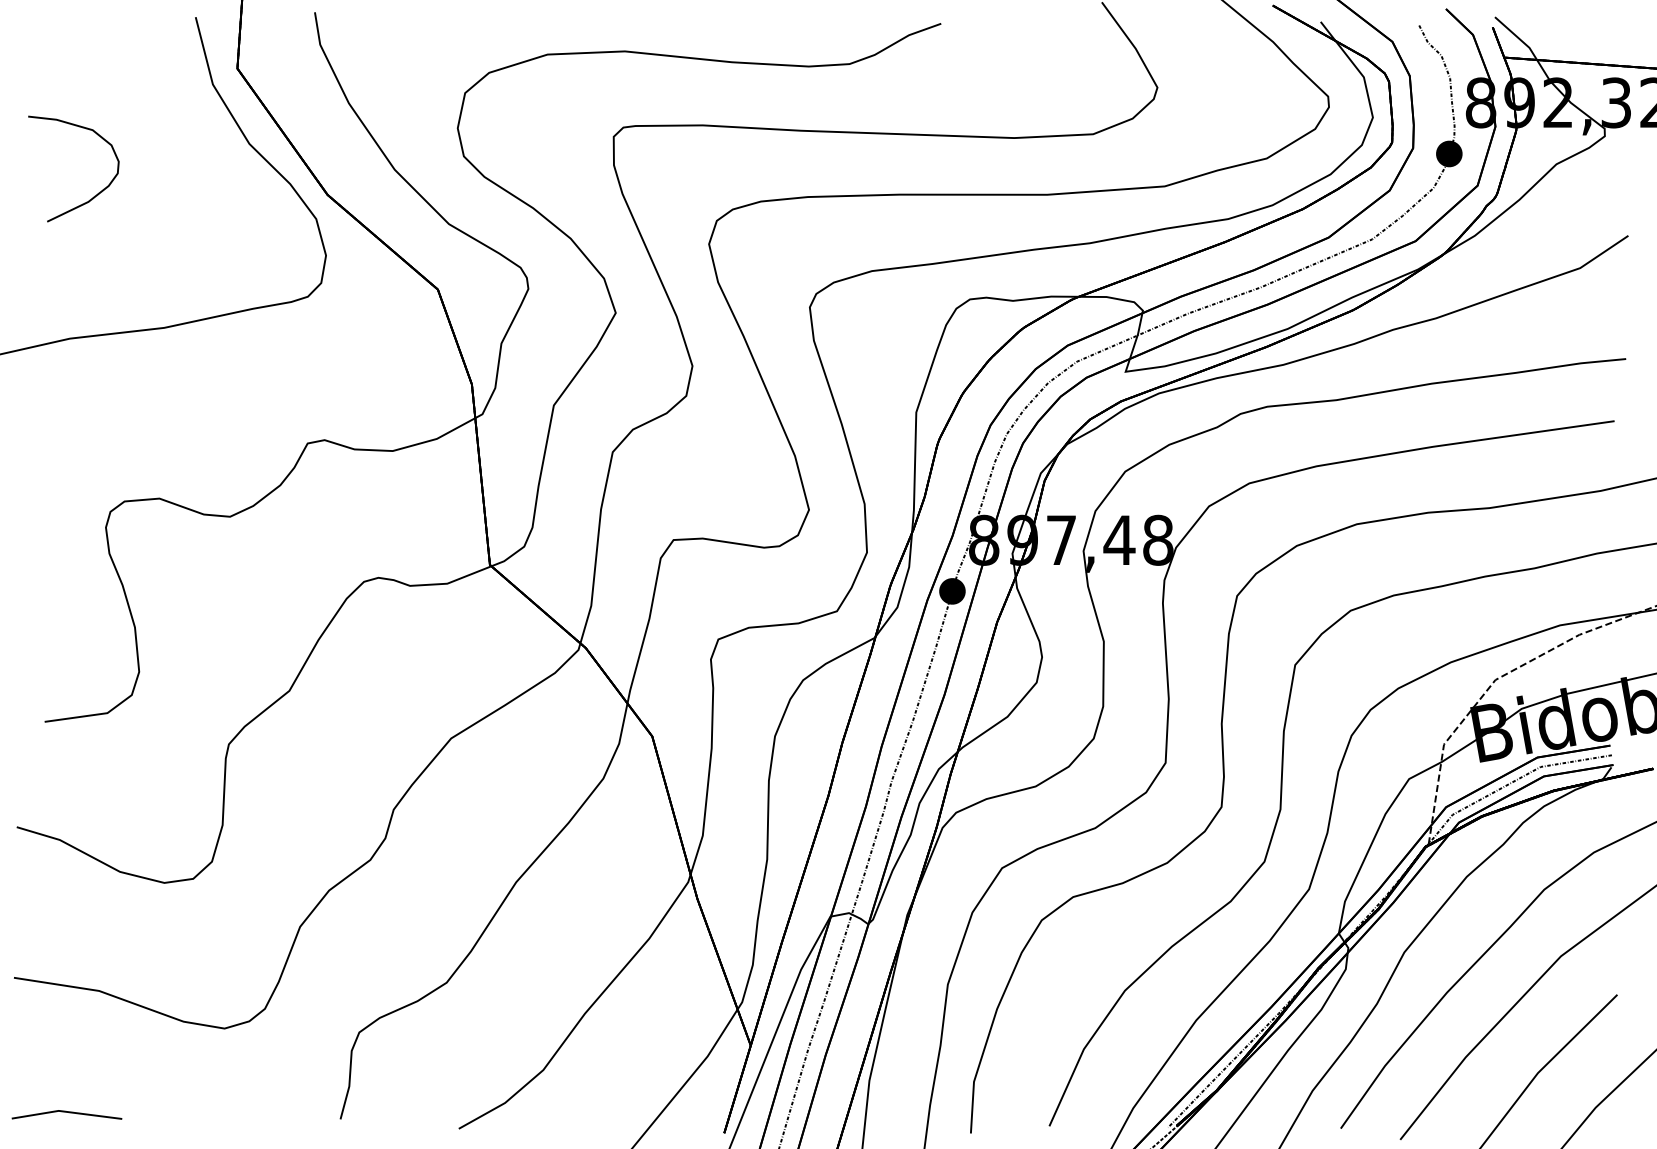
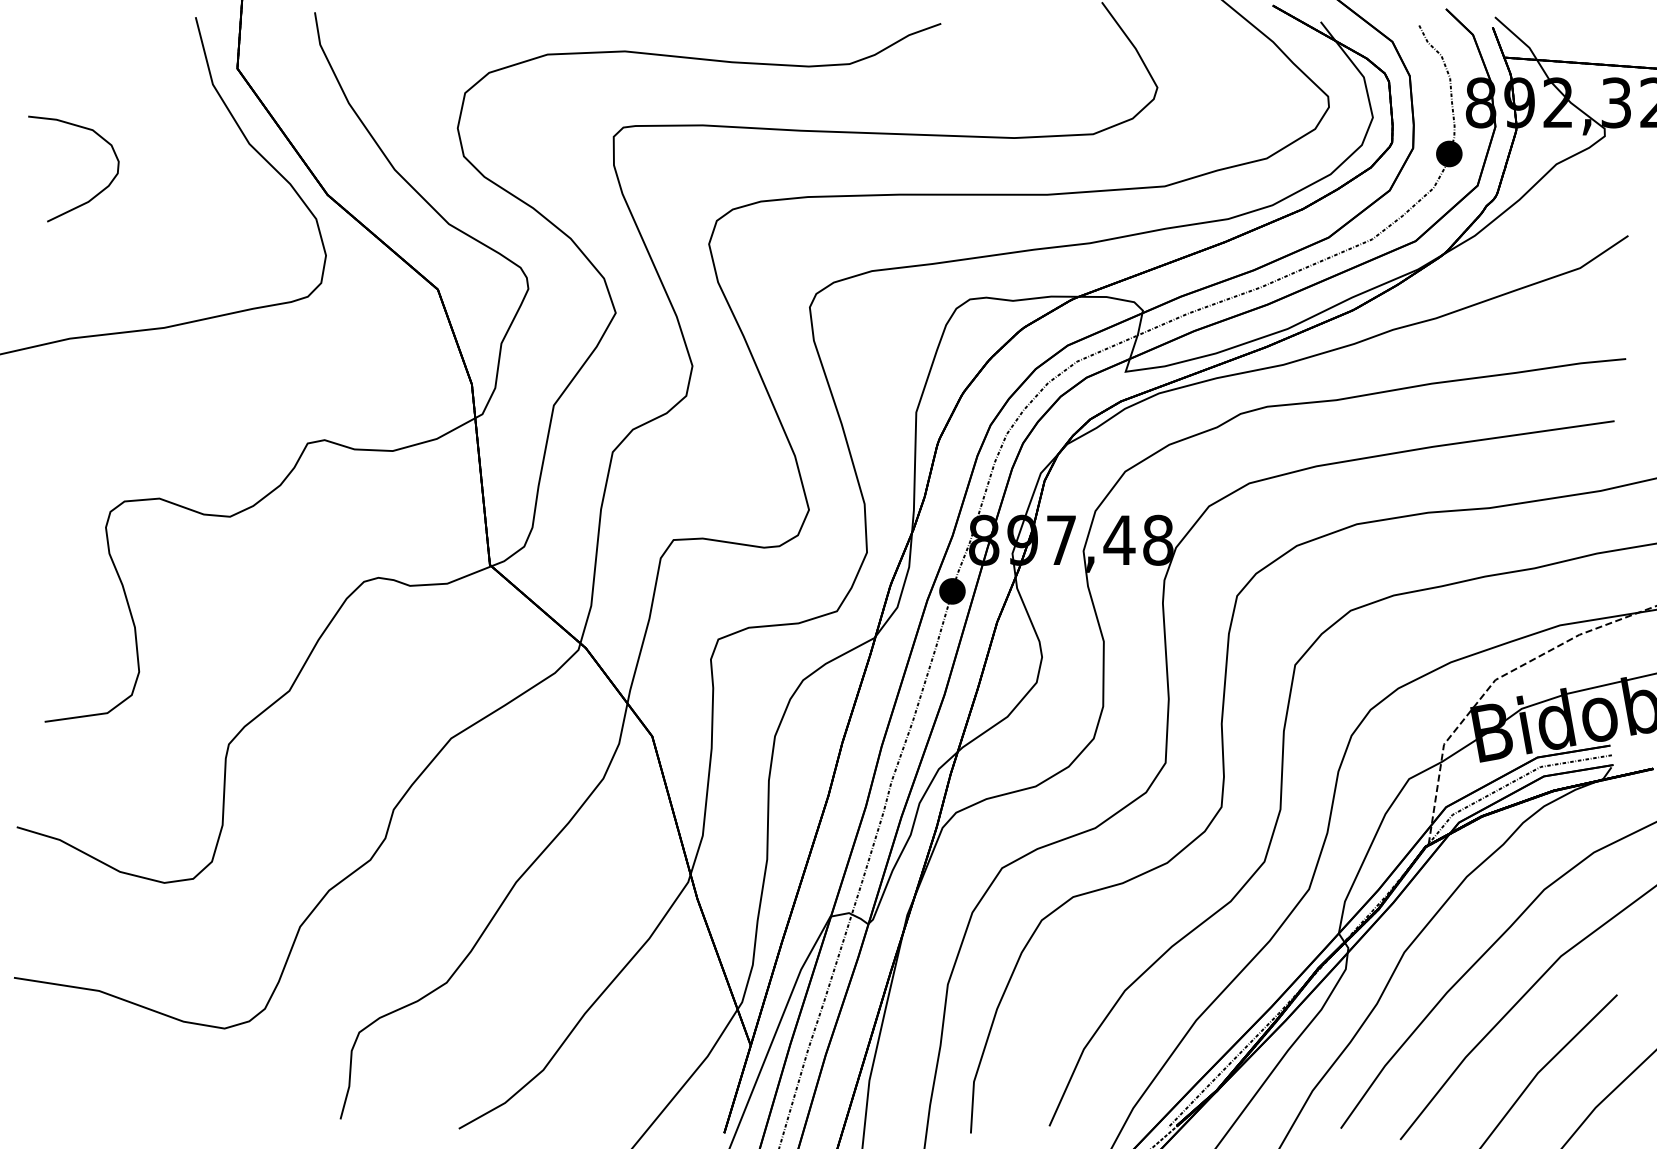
line at (66, 1112): present -> none
